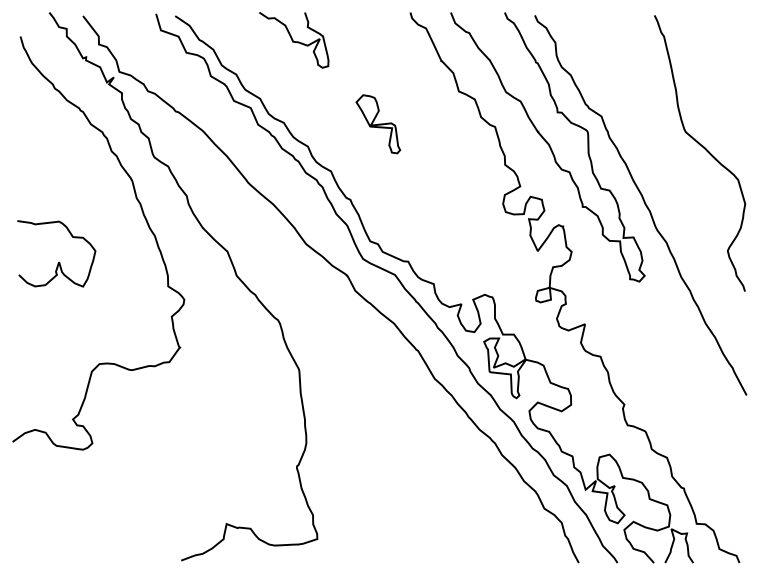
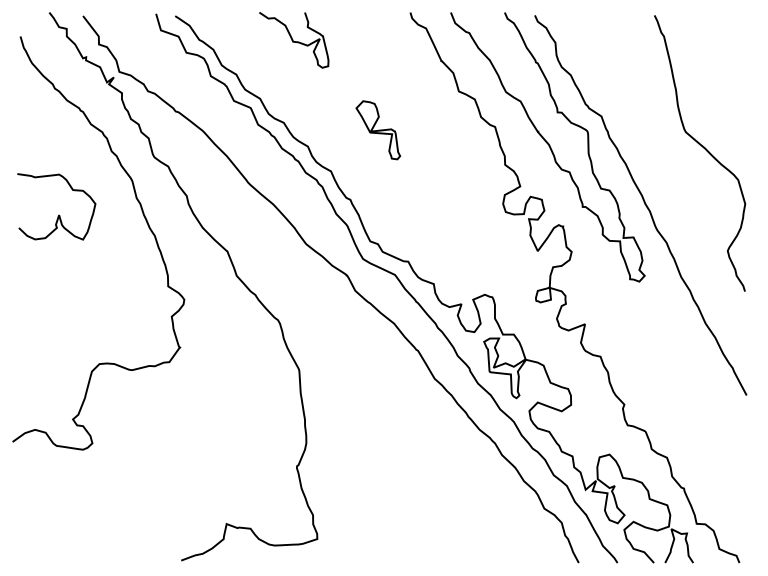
part at (378, 124) position: (378, 124) -> (378, 130)
curve at (58, 261) position: (58, 261) -> (58, 214)
